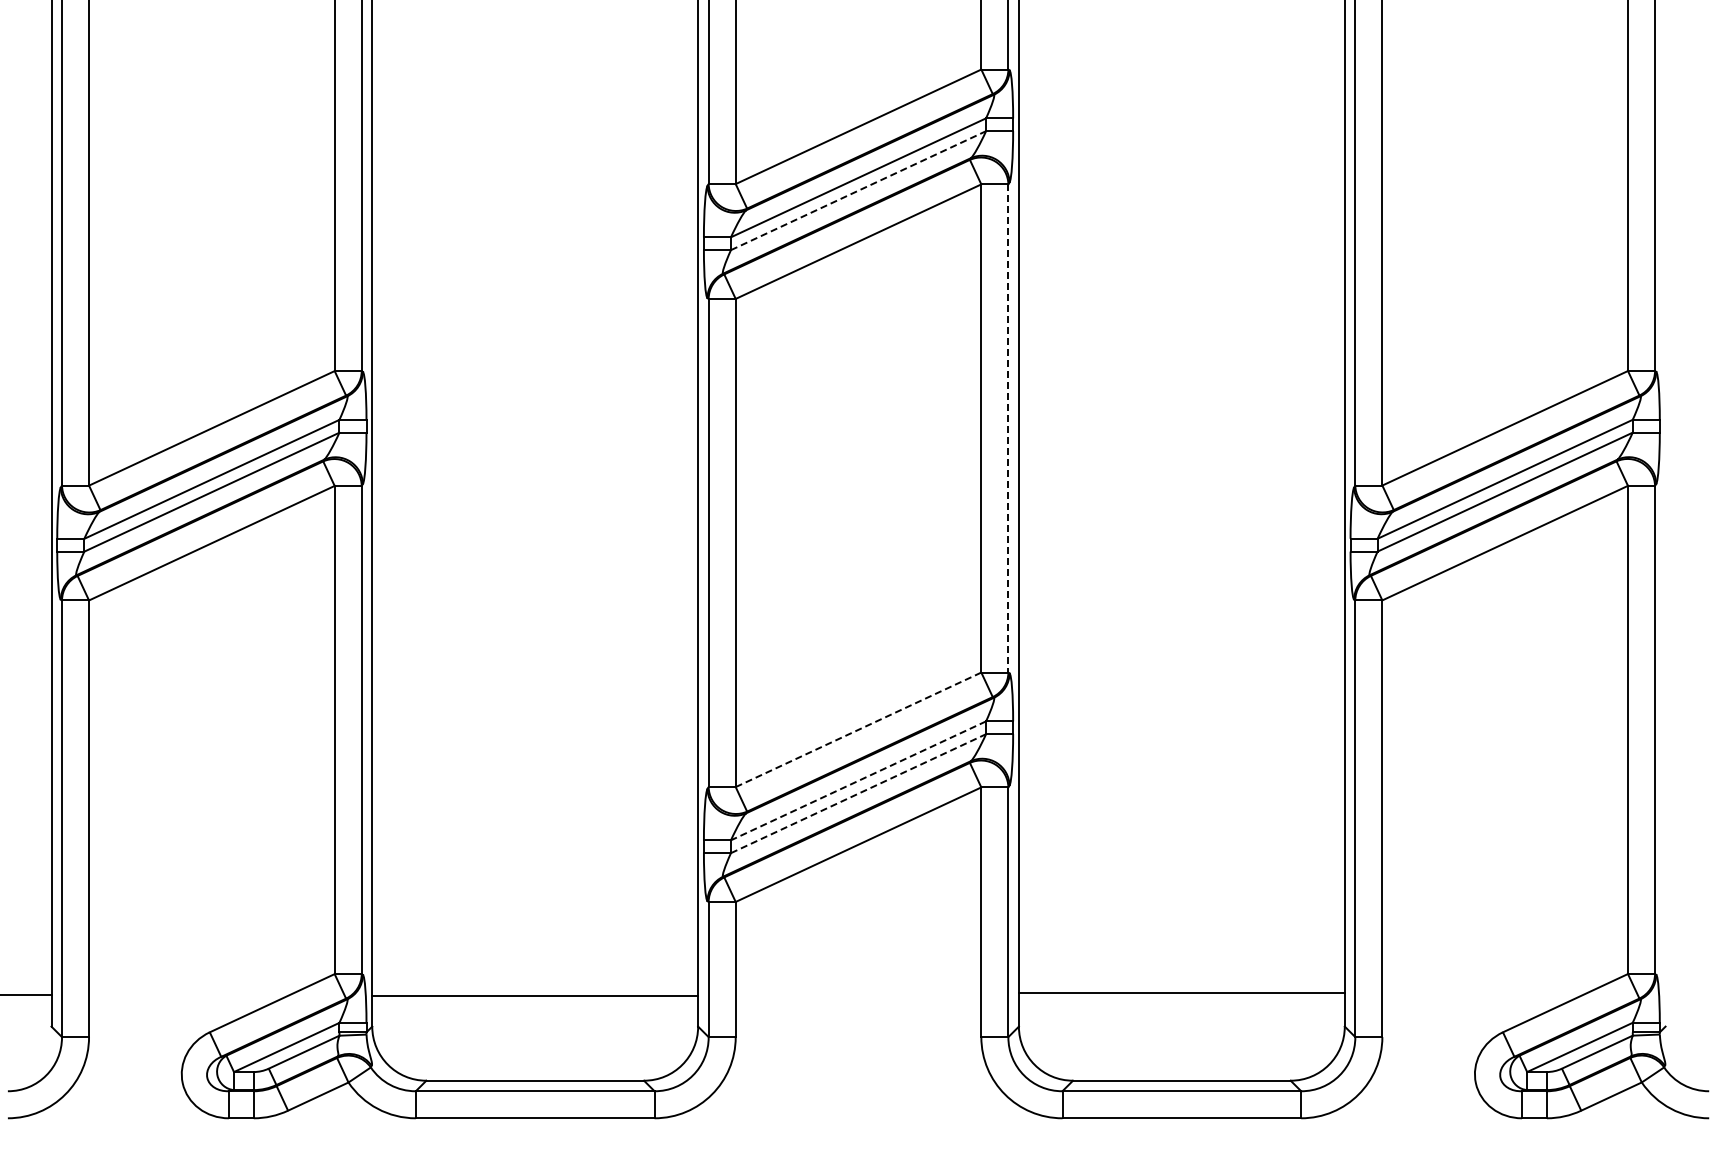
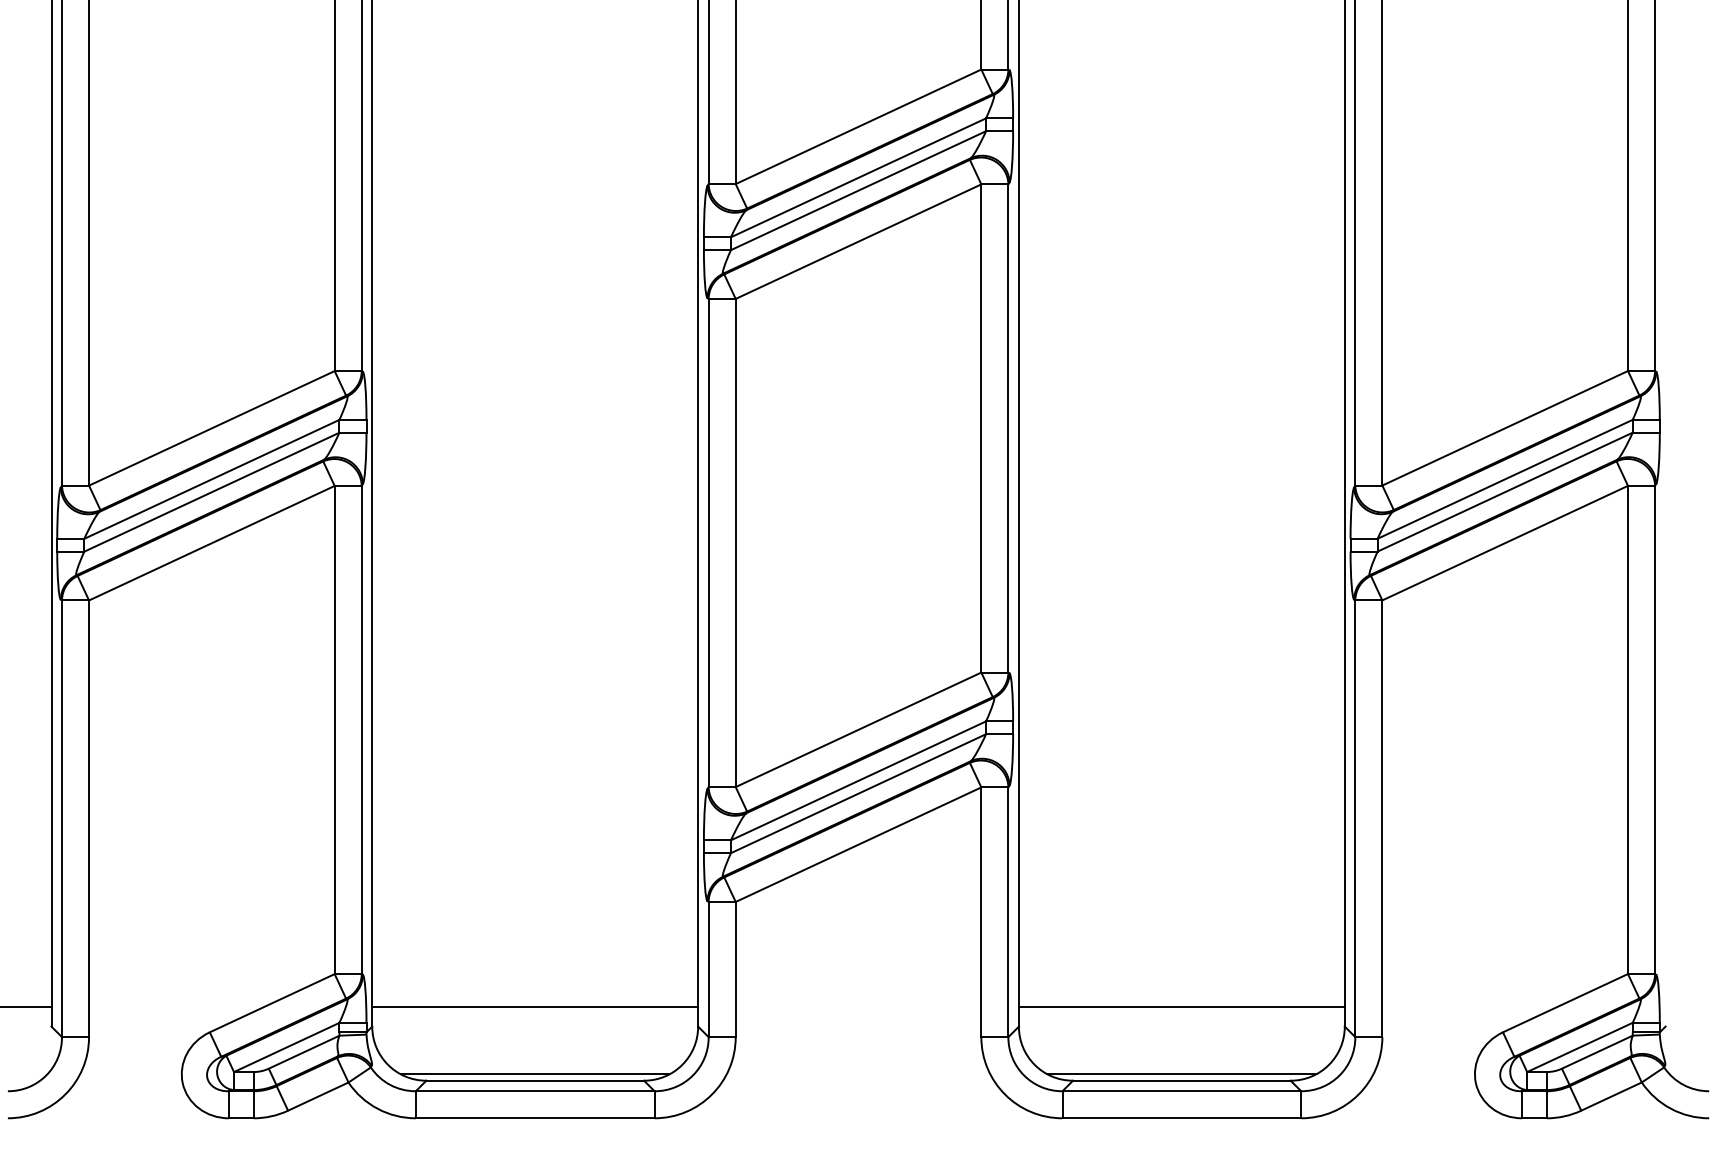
line at (858, 190): dashed -> solid
line at (1008, 428): dashed -> solid
line at (858, 729): dashed -> solid
line at (858, 780): dashed -> solid
line at (858, 793): dashed -> solid
line at (1181, 992) position: (1181, 992) -> (1181, 1006)
line at (26, 994) position: (26, 994) -> (26, 1006)
line at (535, 995) position: (535, 995) -> (535, 1006)
line at (534, 1074): none -> present
line at (1181, 1074): none -> present
